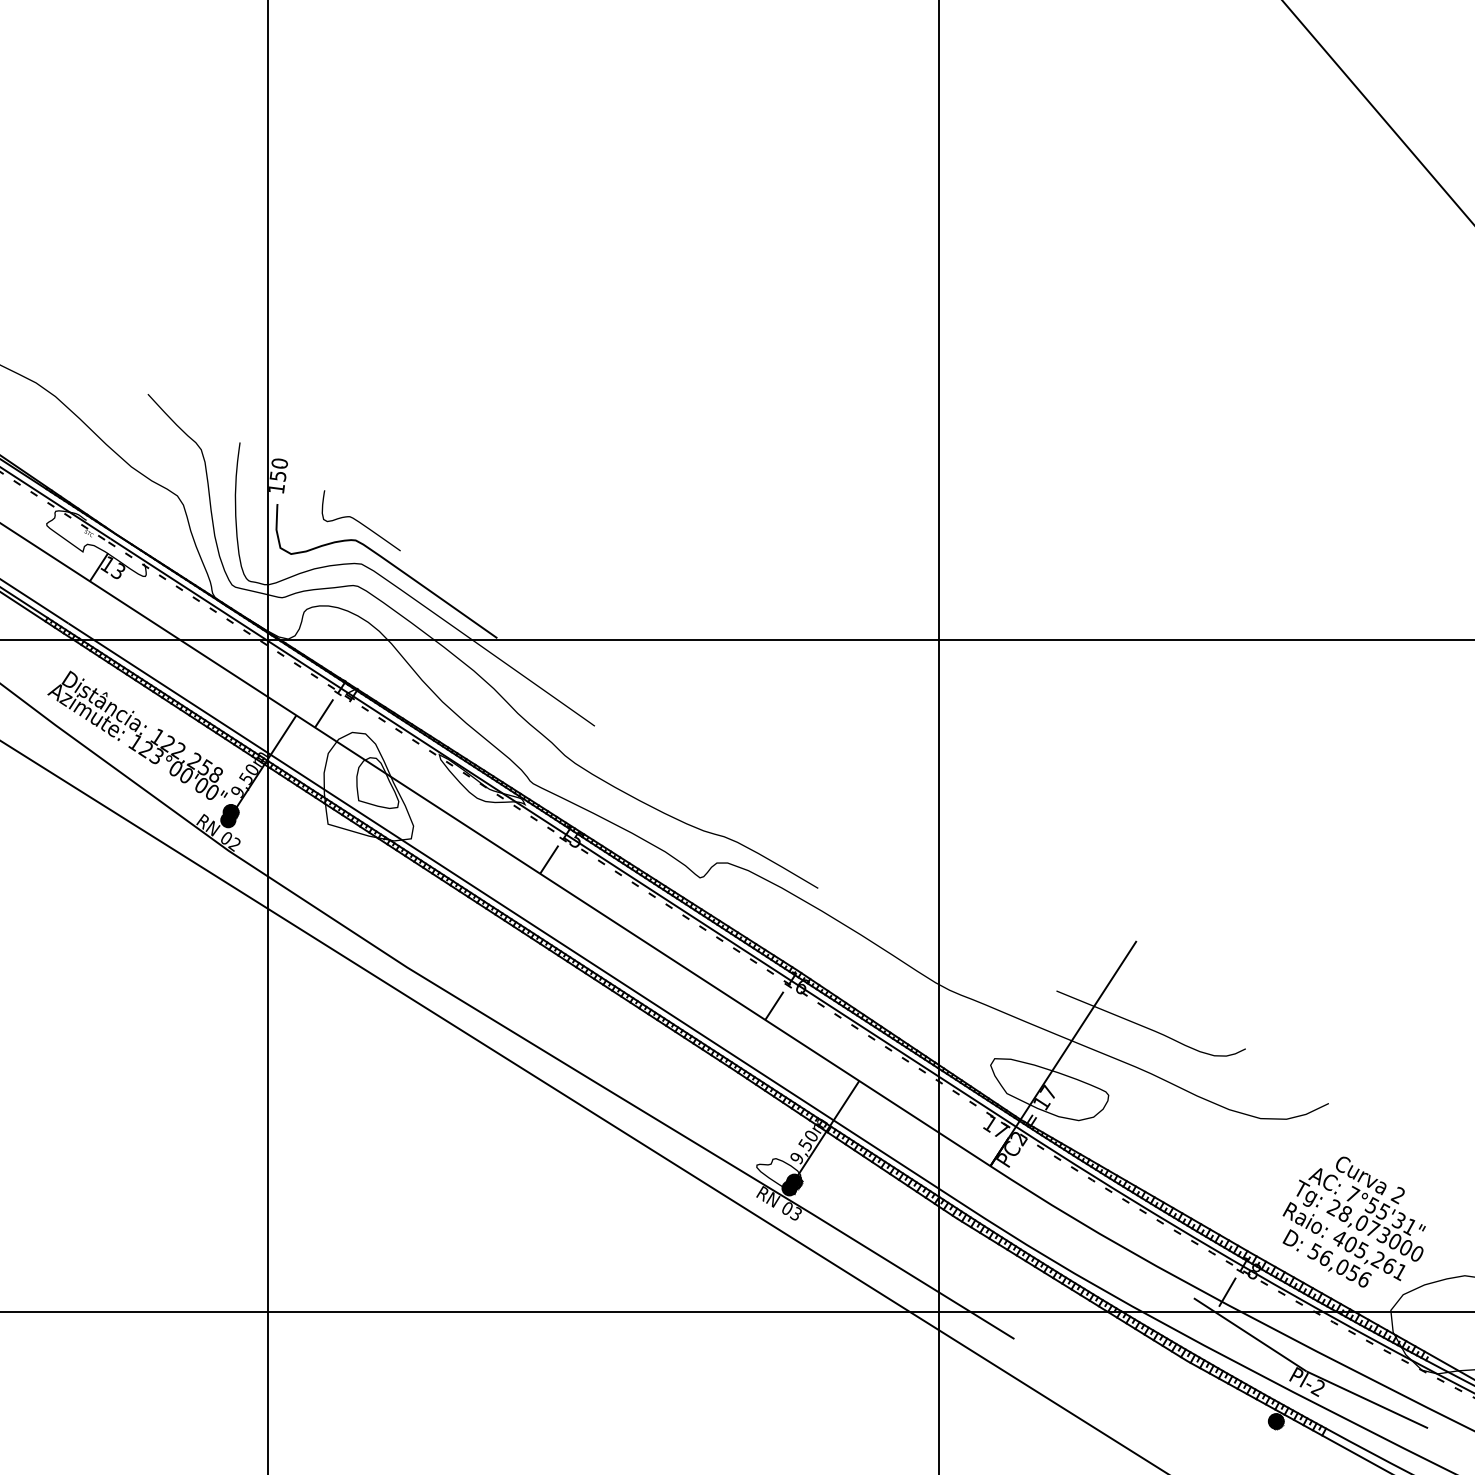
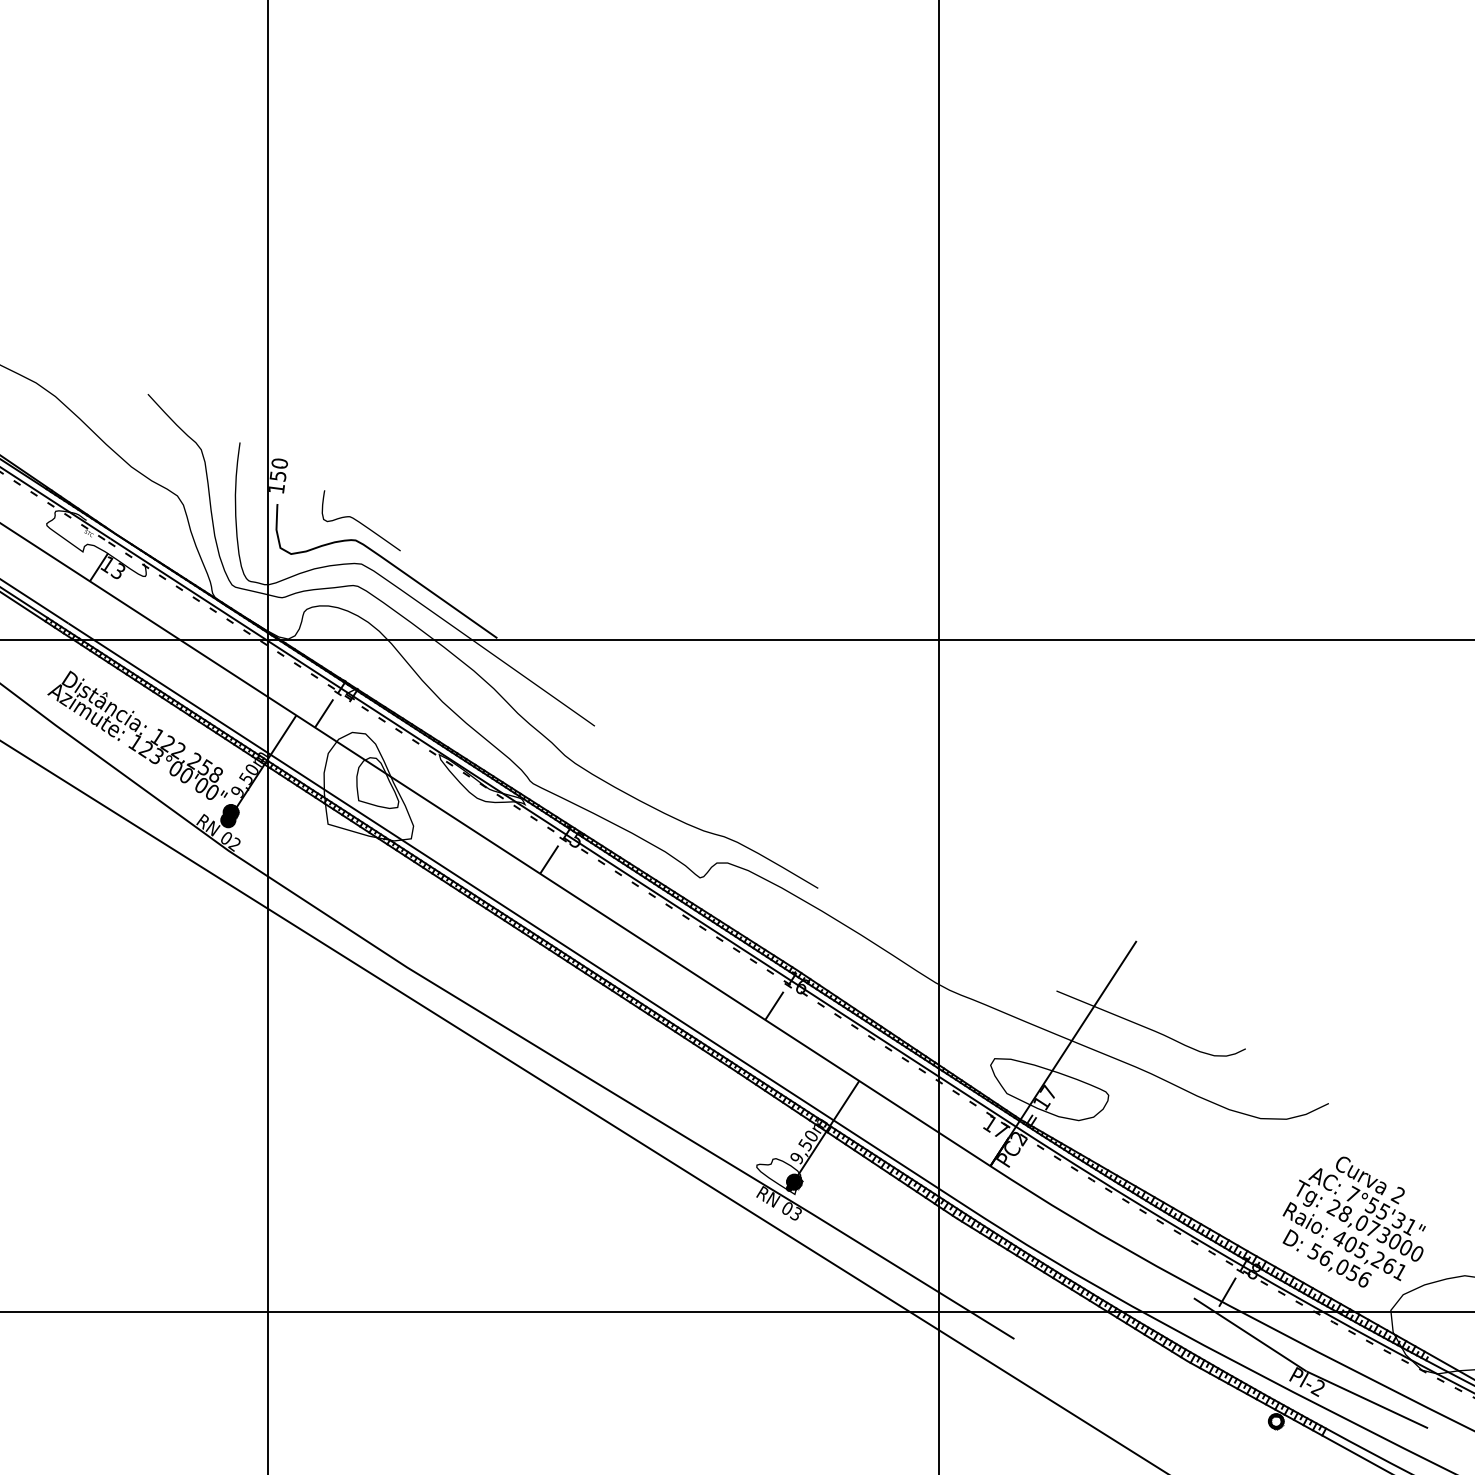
line at (1377, 112): present -> none
fill at (789, 1188): present -> none
fill at (1275, 1421): present -> none
